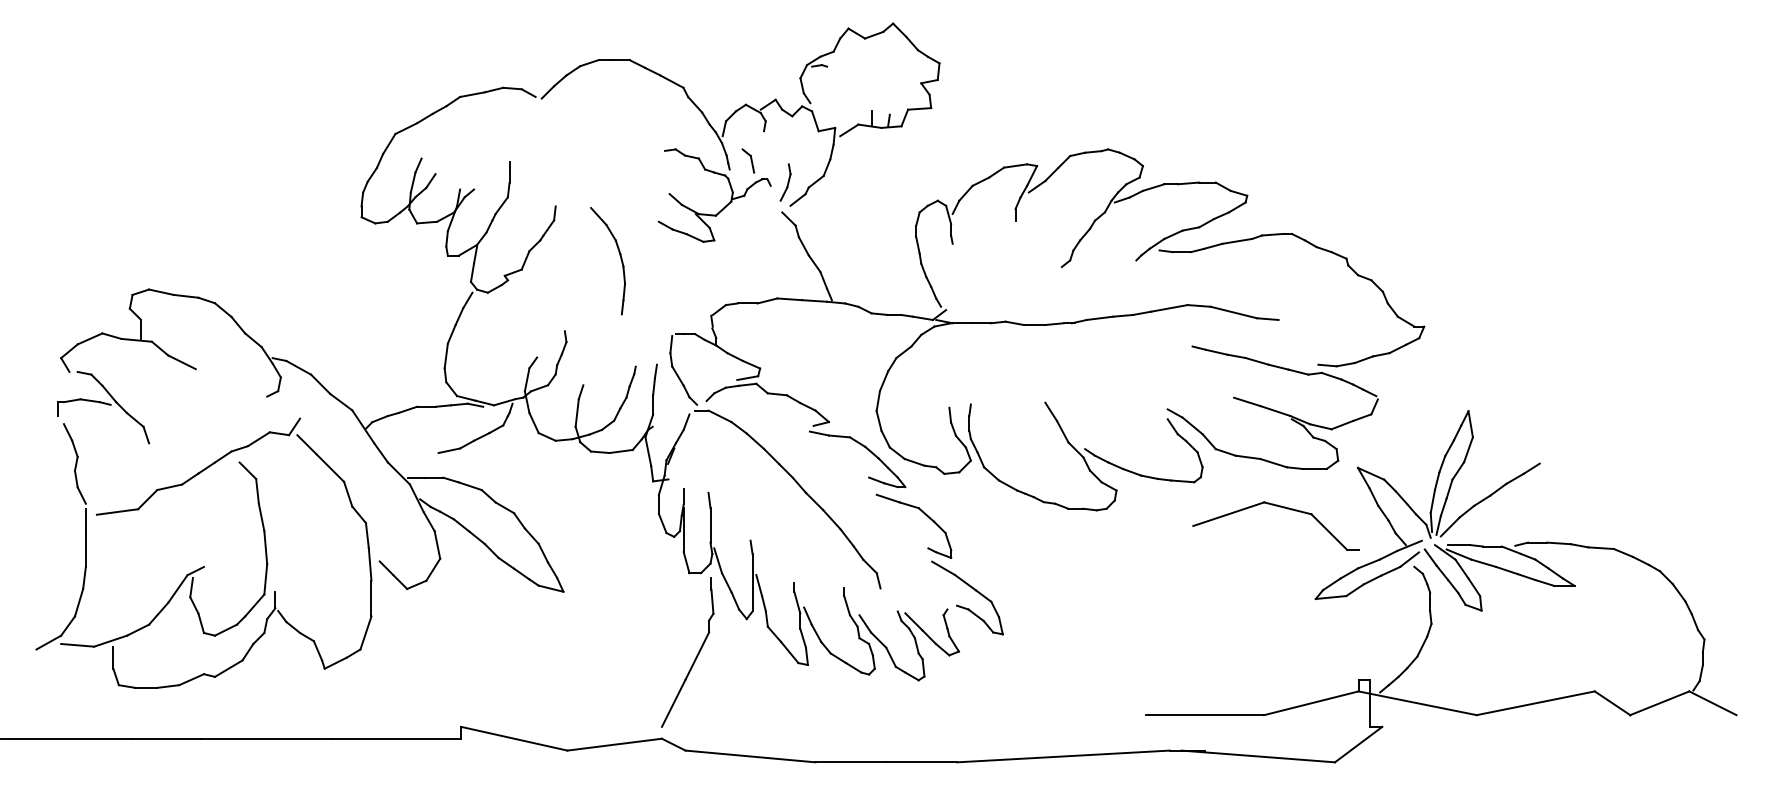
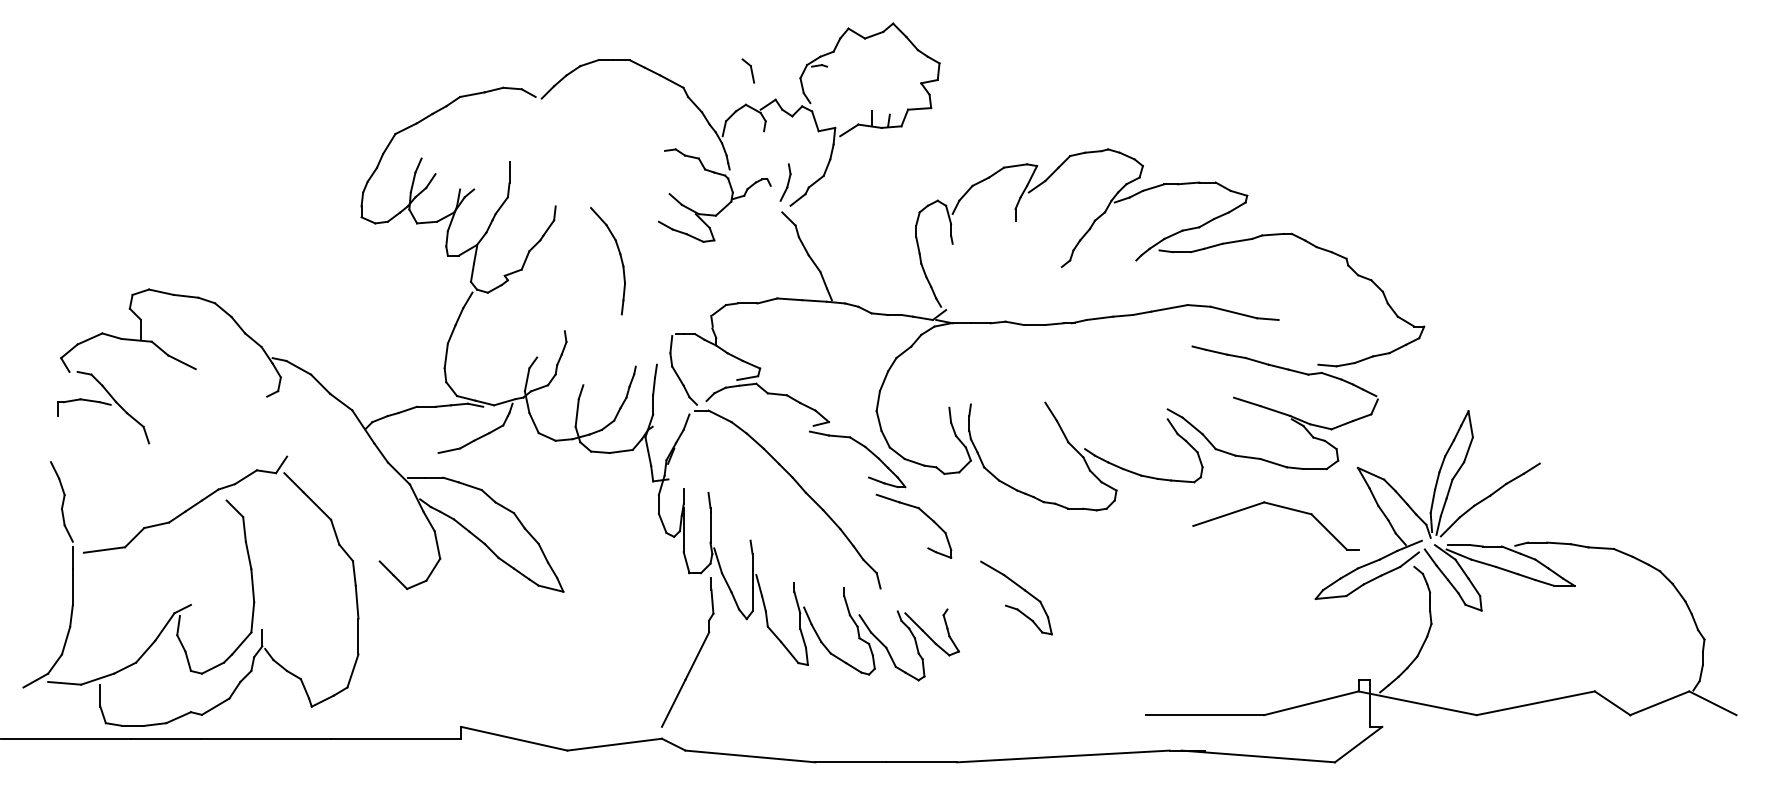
part at (747, 160) position: (747, 160) -> (747, 70)
part at (203, 566) position: (203, 566) -> (190, 604)
part at (971, 588) position: (971, 588) -> (1020, 588)
